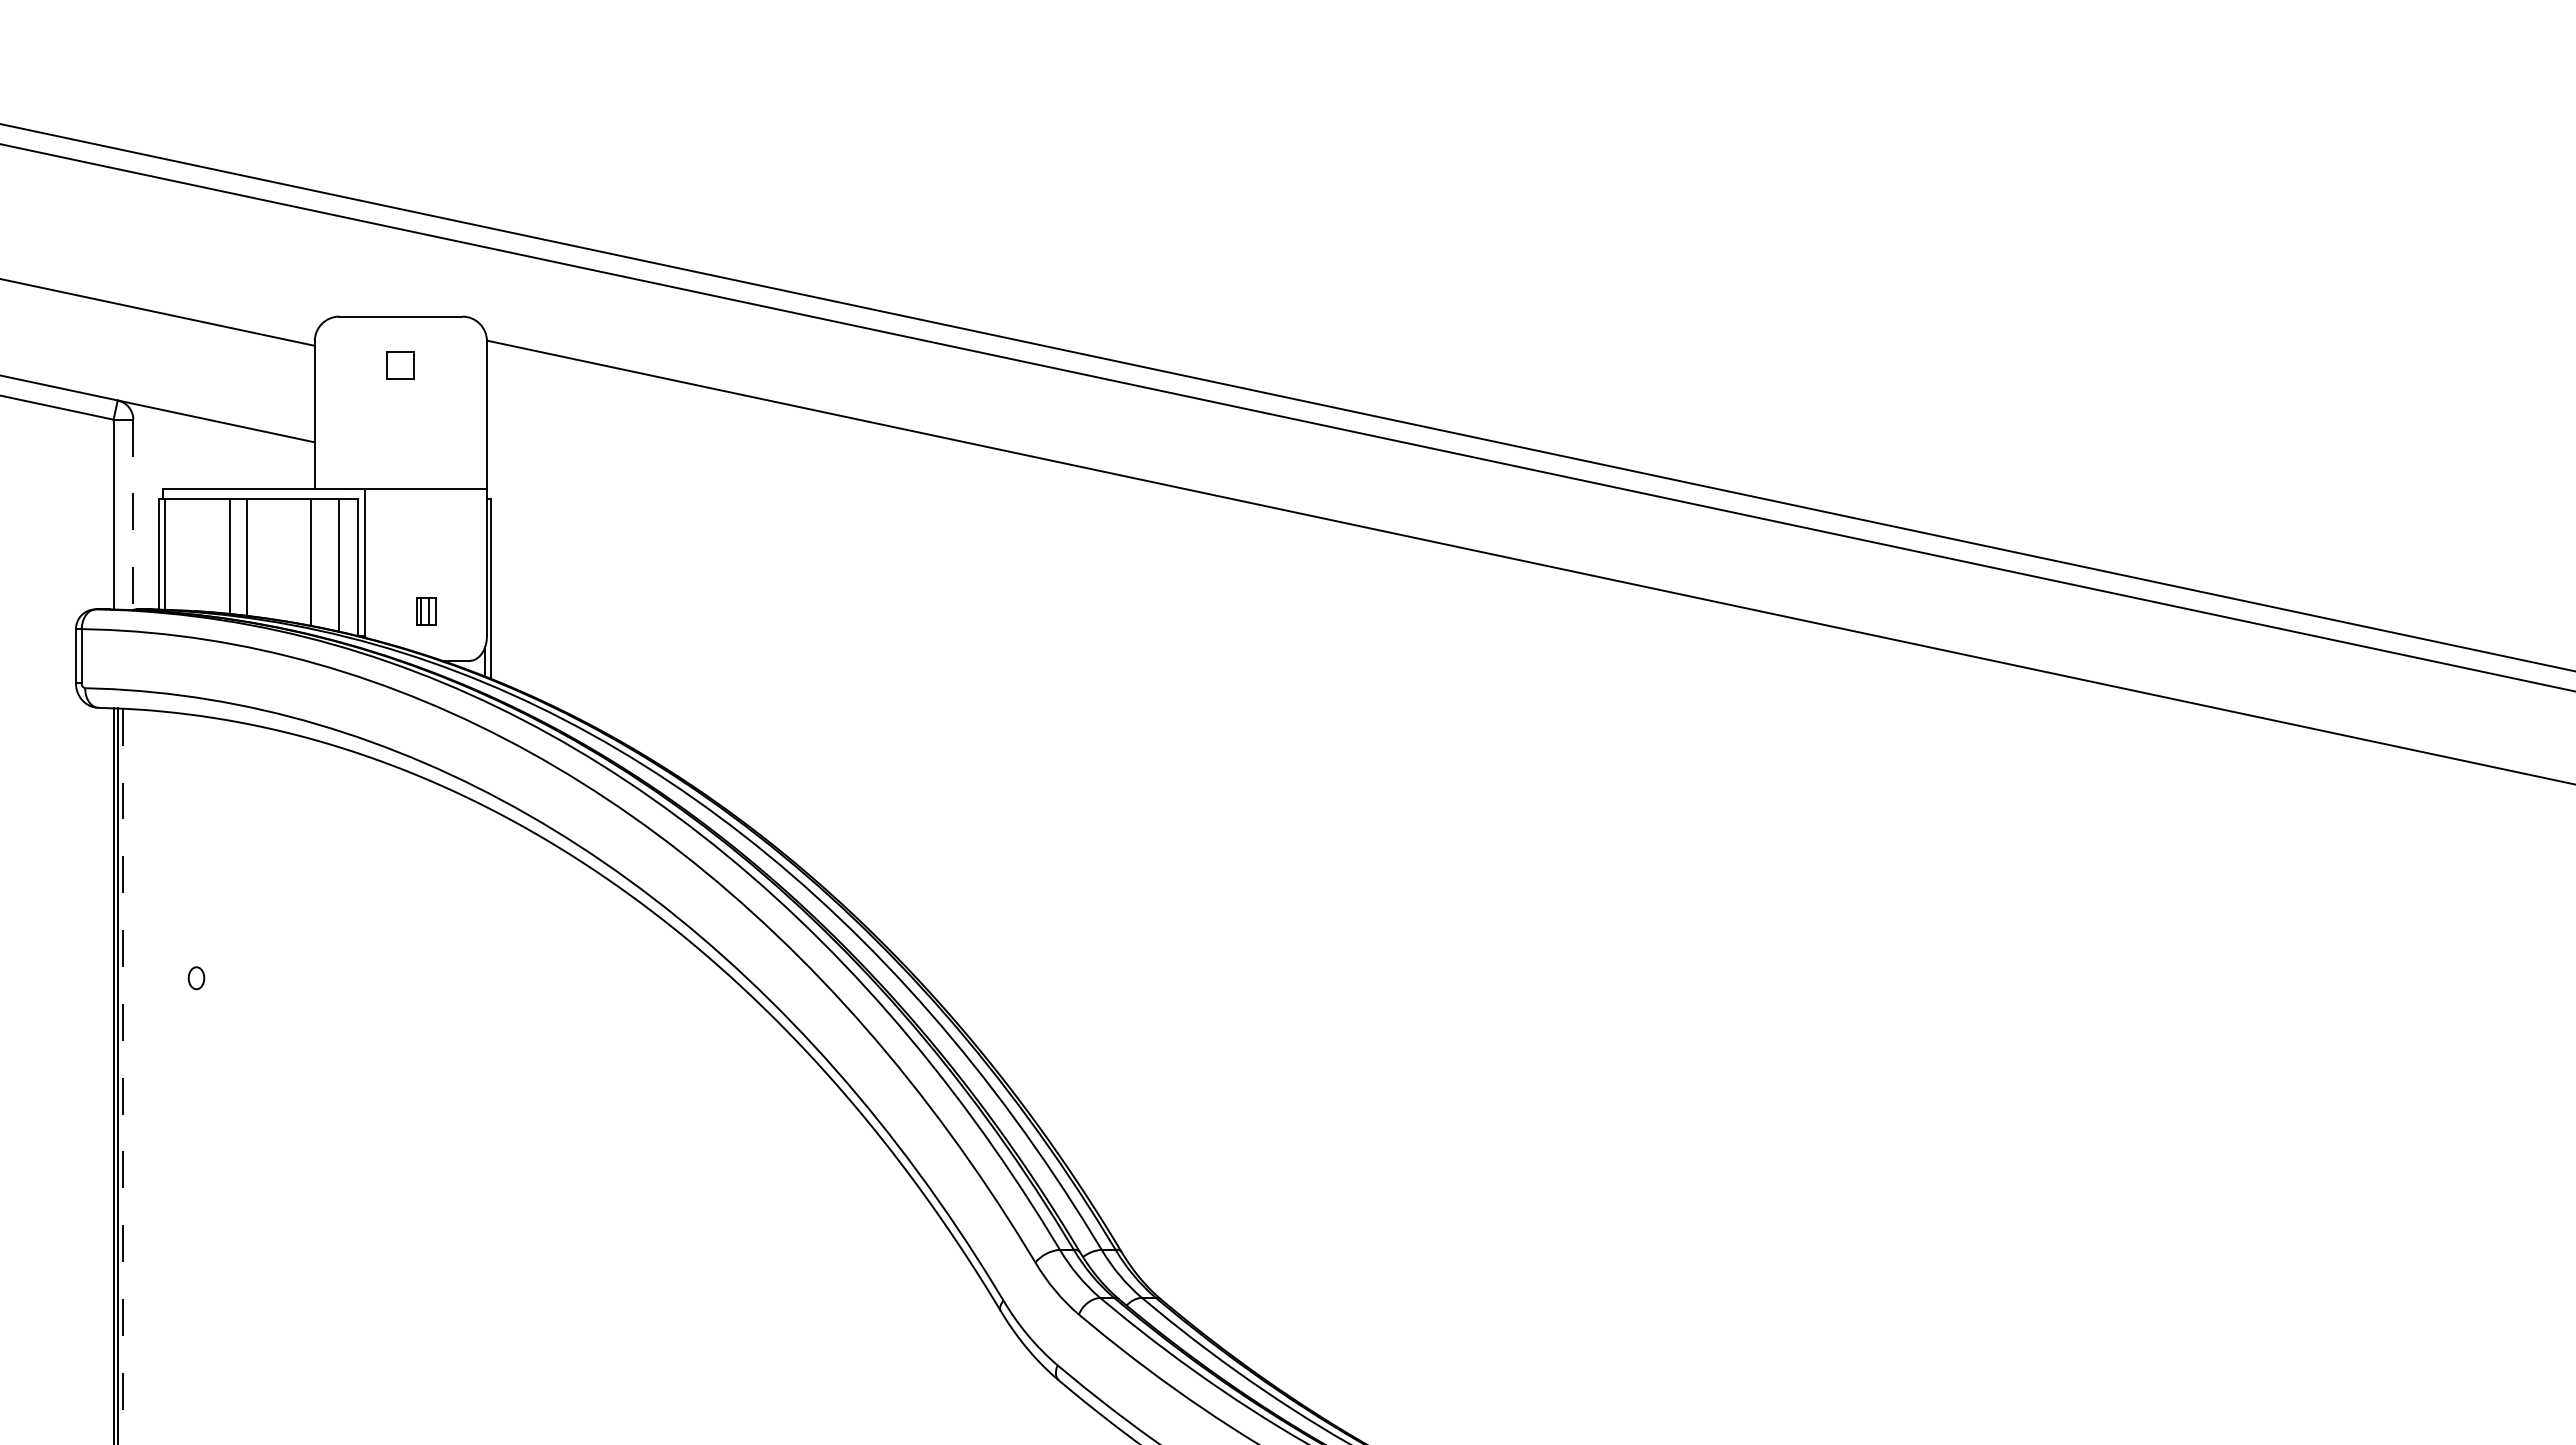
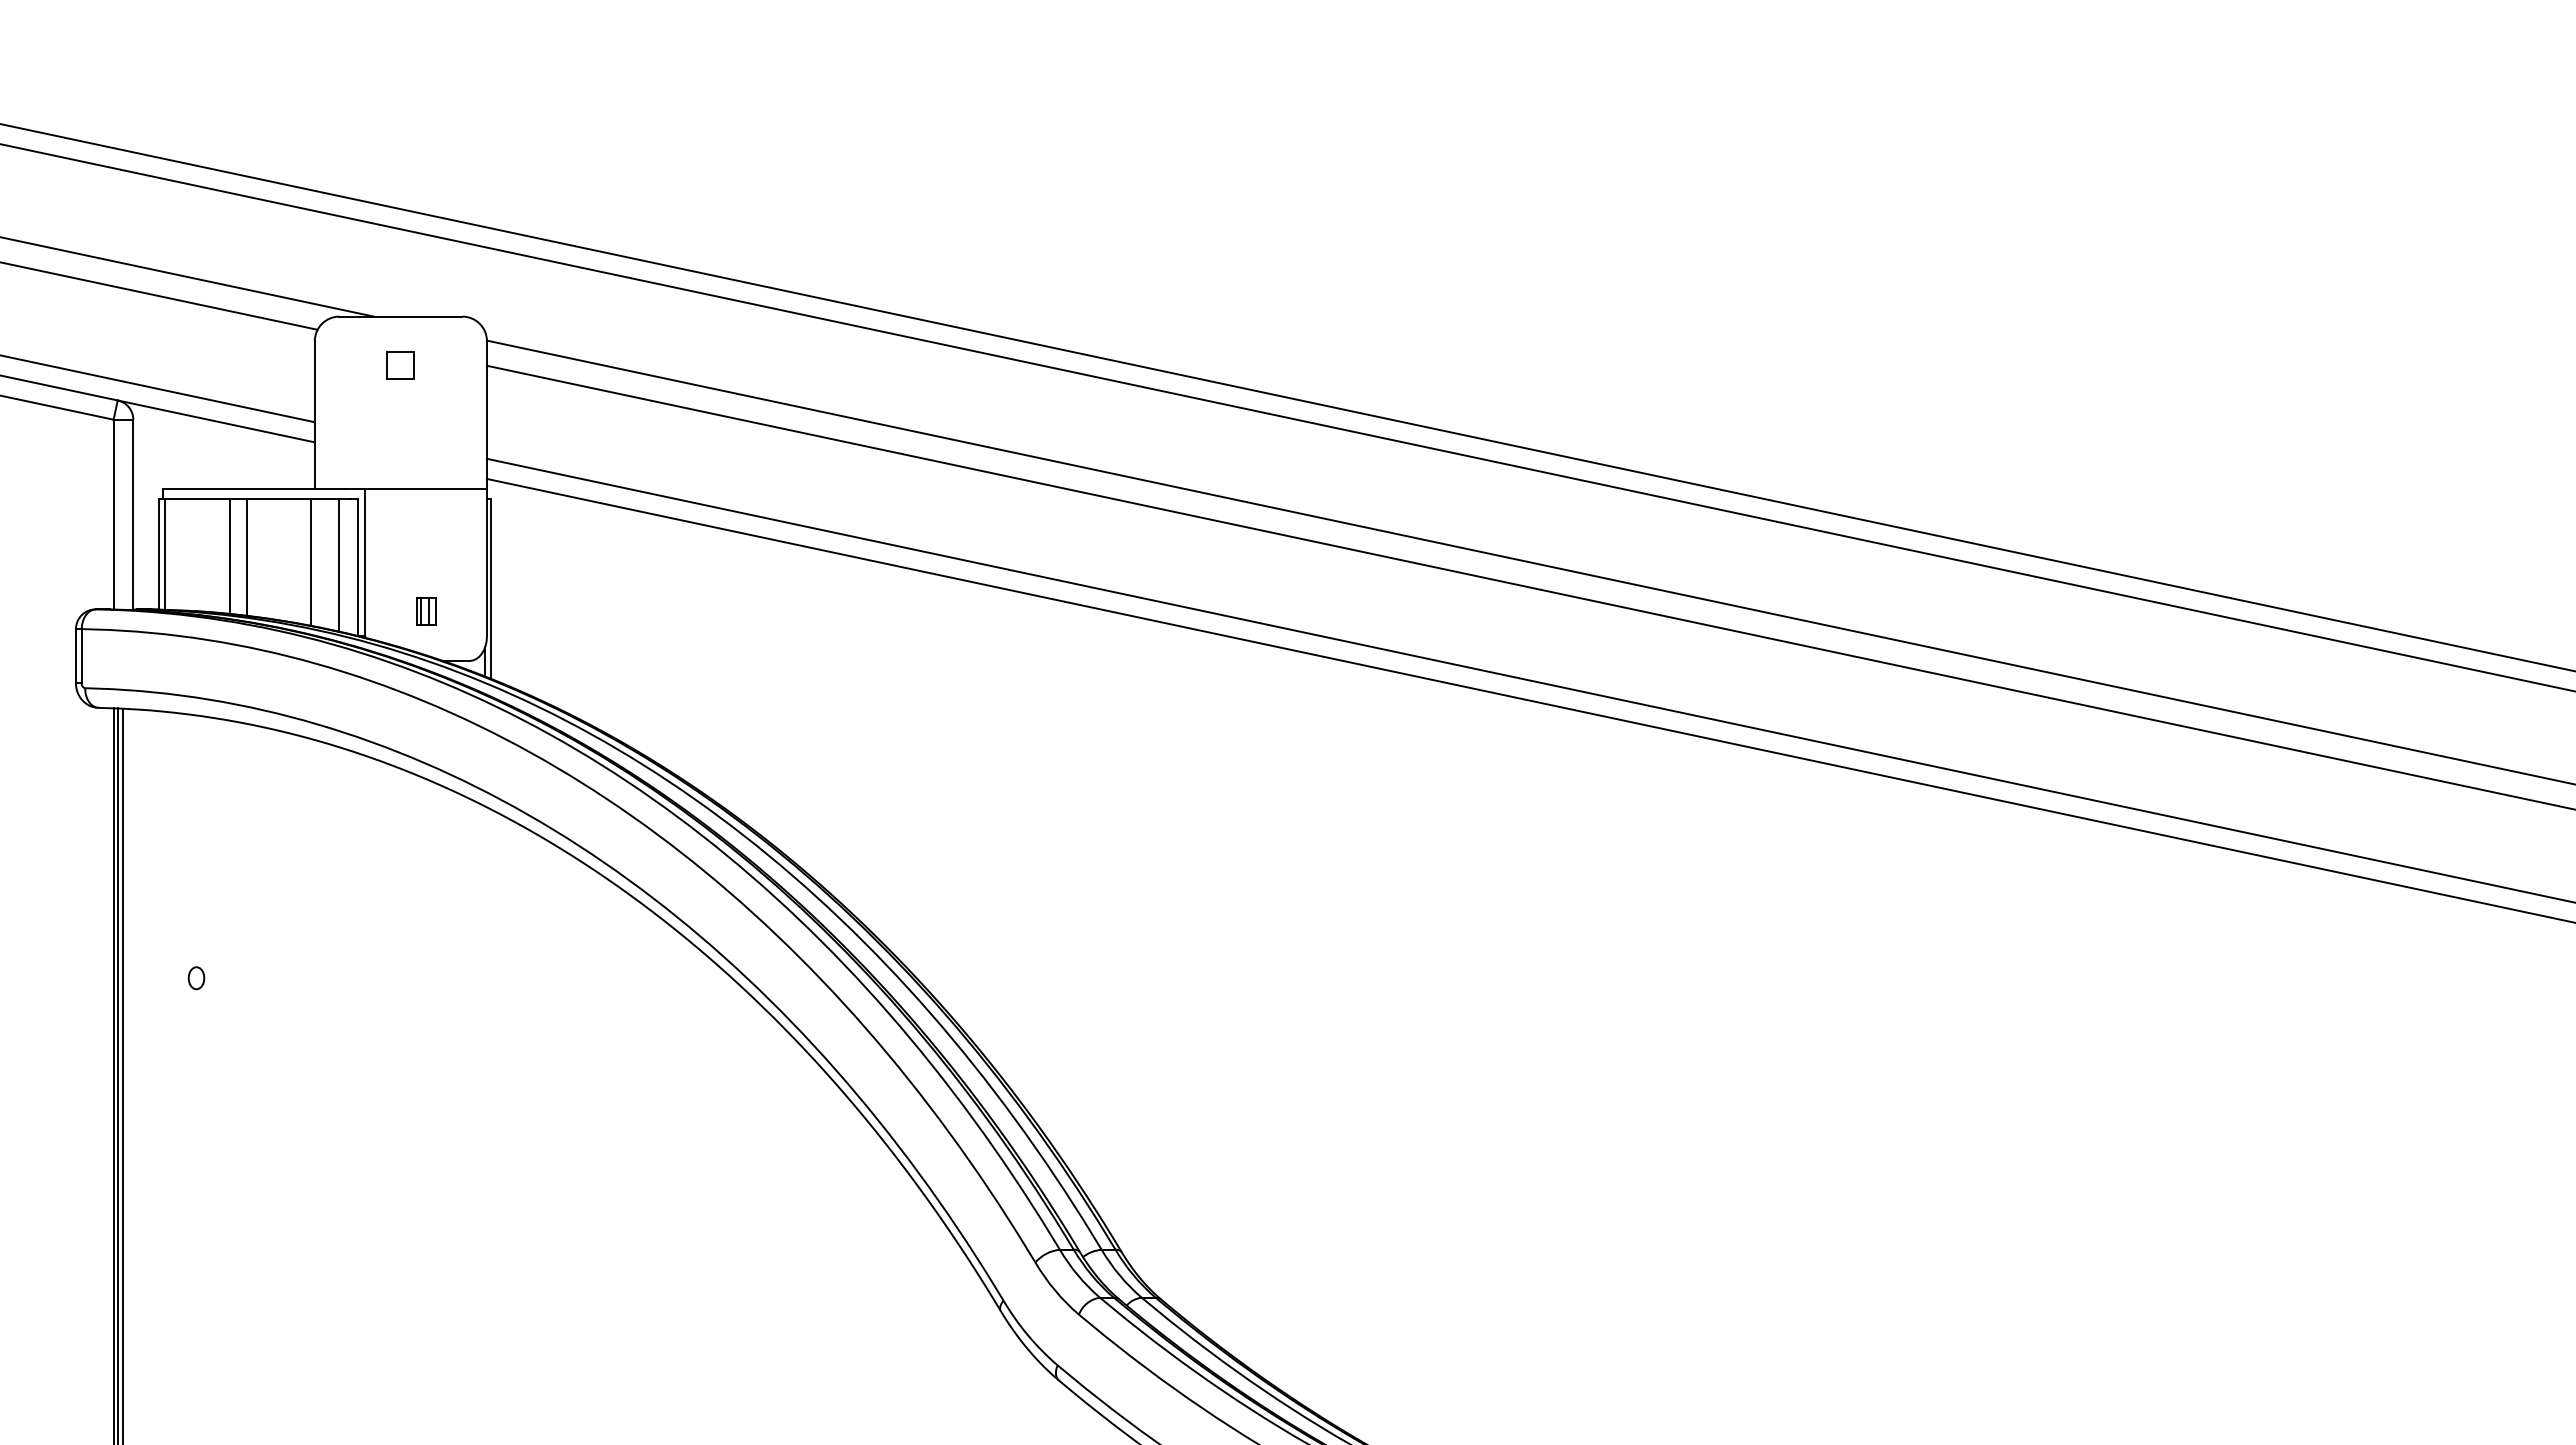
line at (187, 276): none -> present
line at (158, 312) position: (158, 312) -> (159, 295)
line at (158, 388): none -> present
line at (133, 515): dashed -> solid
line at (1529, 587): none -> present
line at (1529, 680): none -> present
line at (1529, 700): none -> present
line at (123, 1076): dashed -> solid
